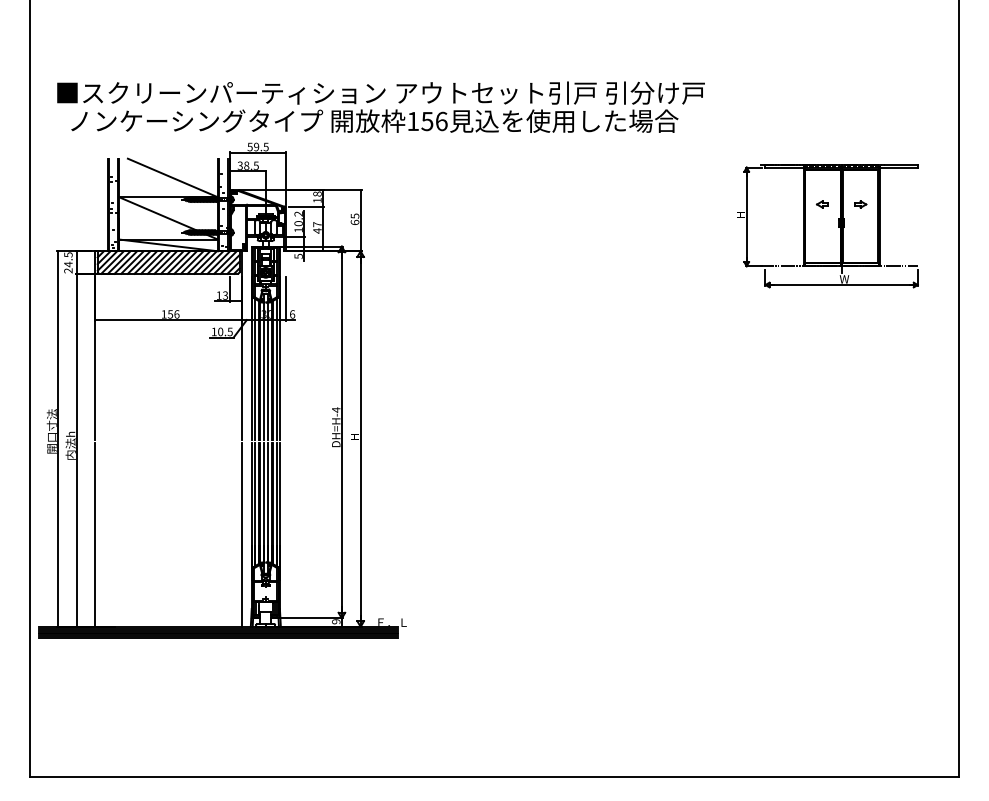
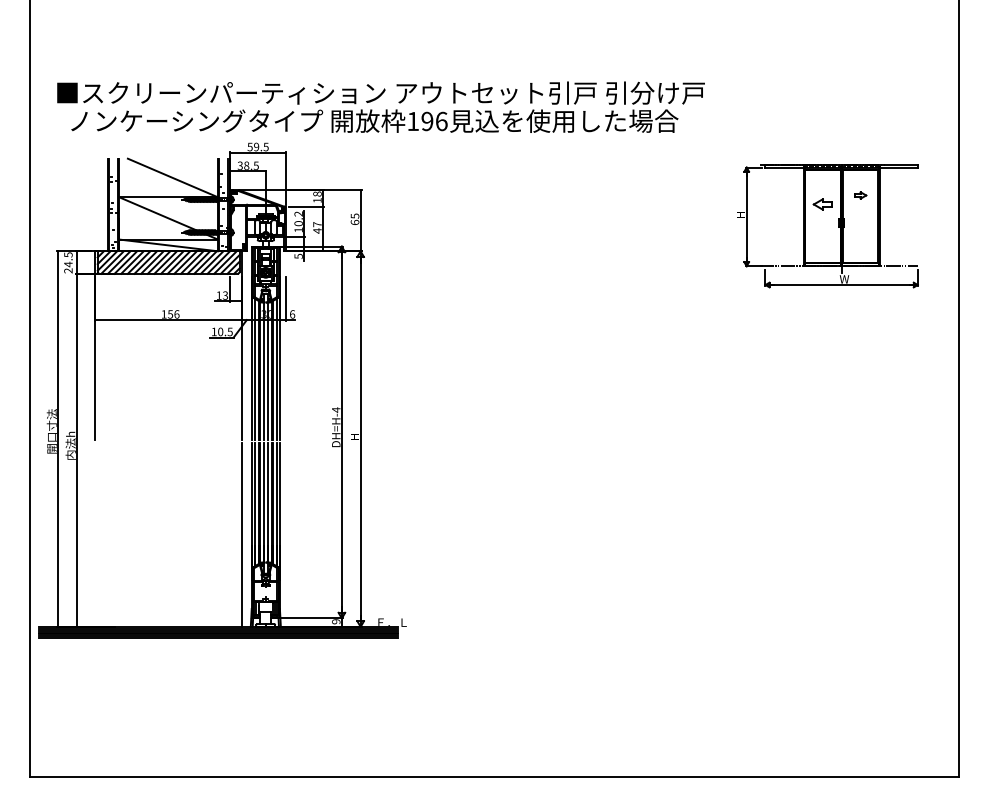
text at (427, 121): 156 -> 196
part at (822, 204) size: 13x9 px -> 21x13 px
part at (860, 204) position: (860, 204) -> (860, 195)
line at (95, 534): present -> none
